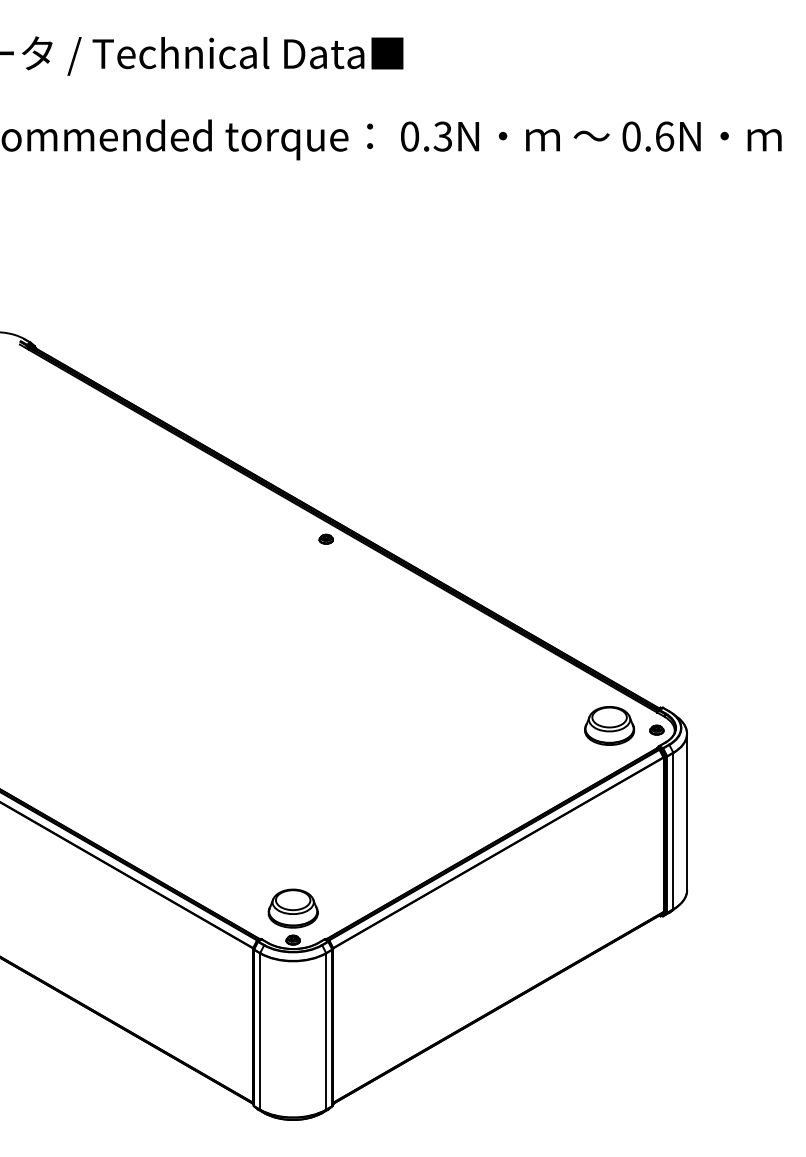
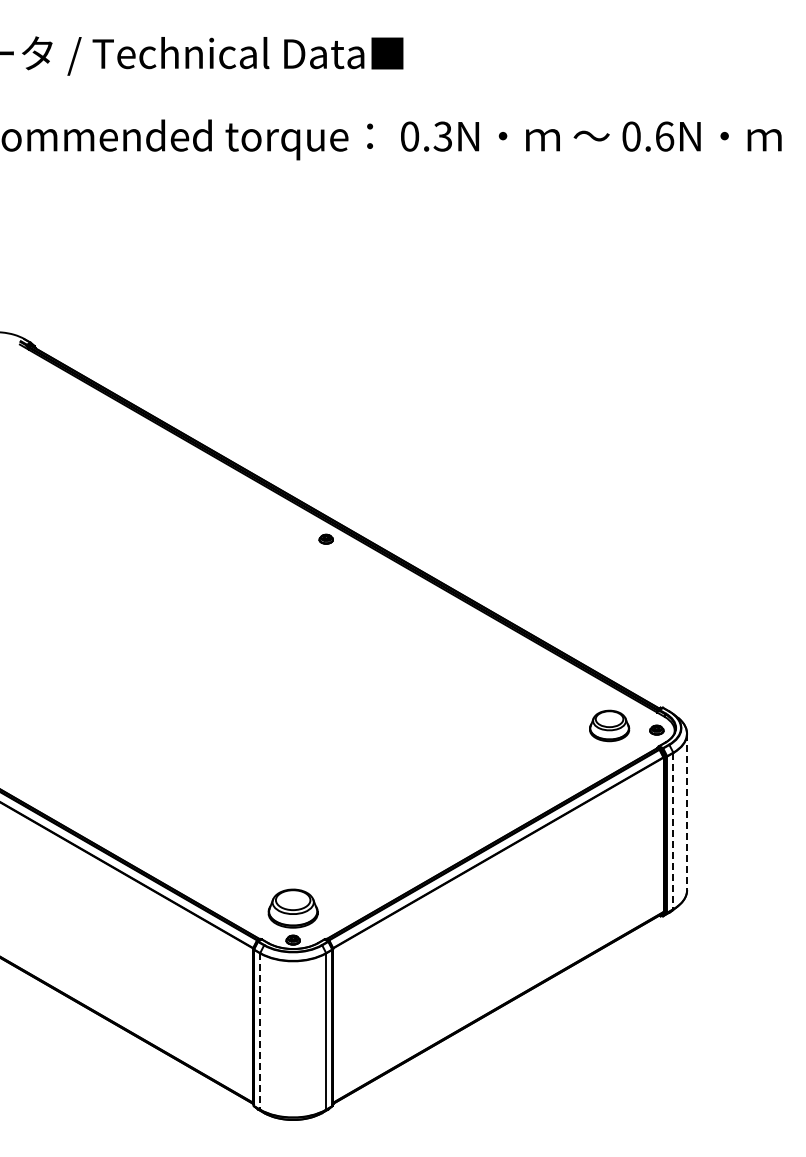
part at (609, 725) size: 51x40 px -> 42x34 px
line at (687, 812): solid -> dashed
line at (673, 831): solid -> dashed
line at (260, 1032): solid -> dashed
